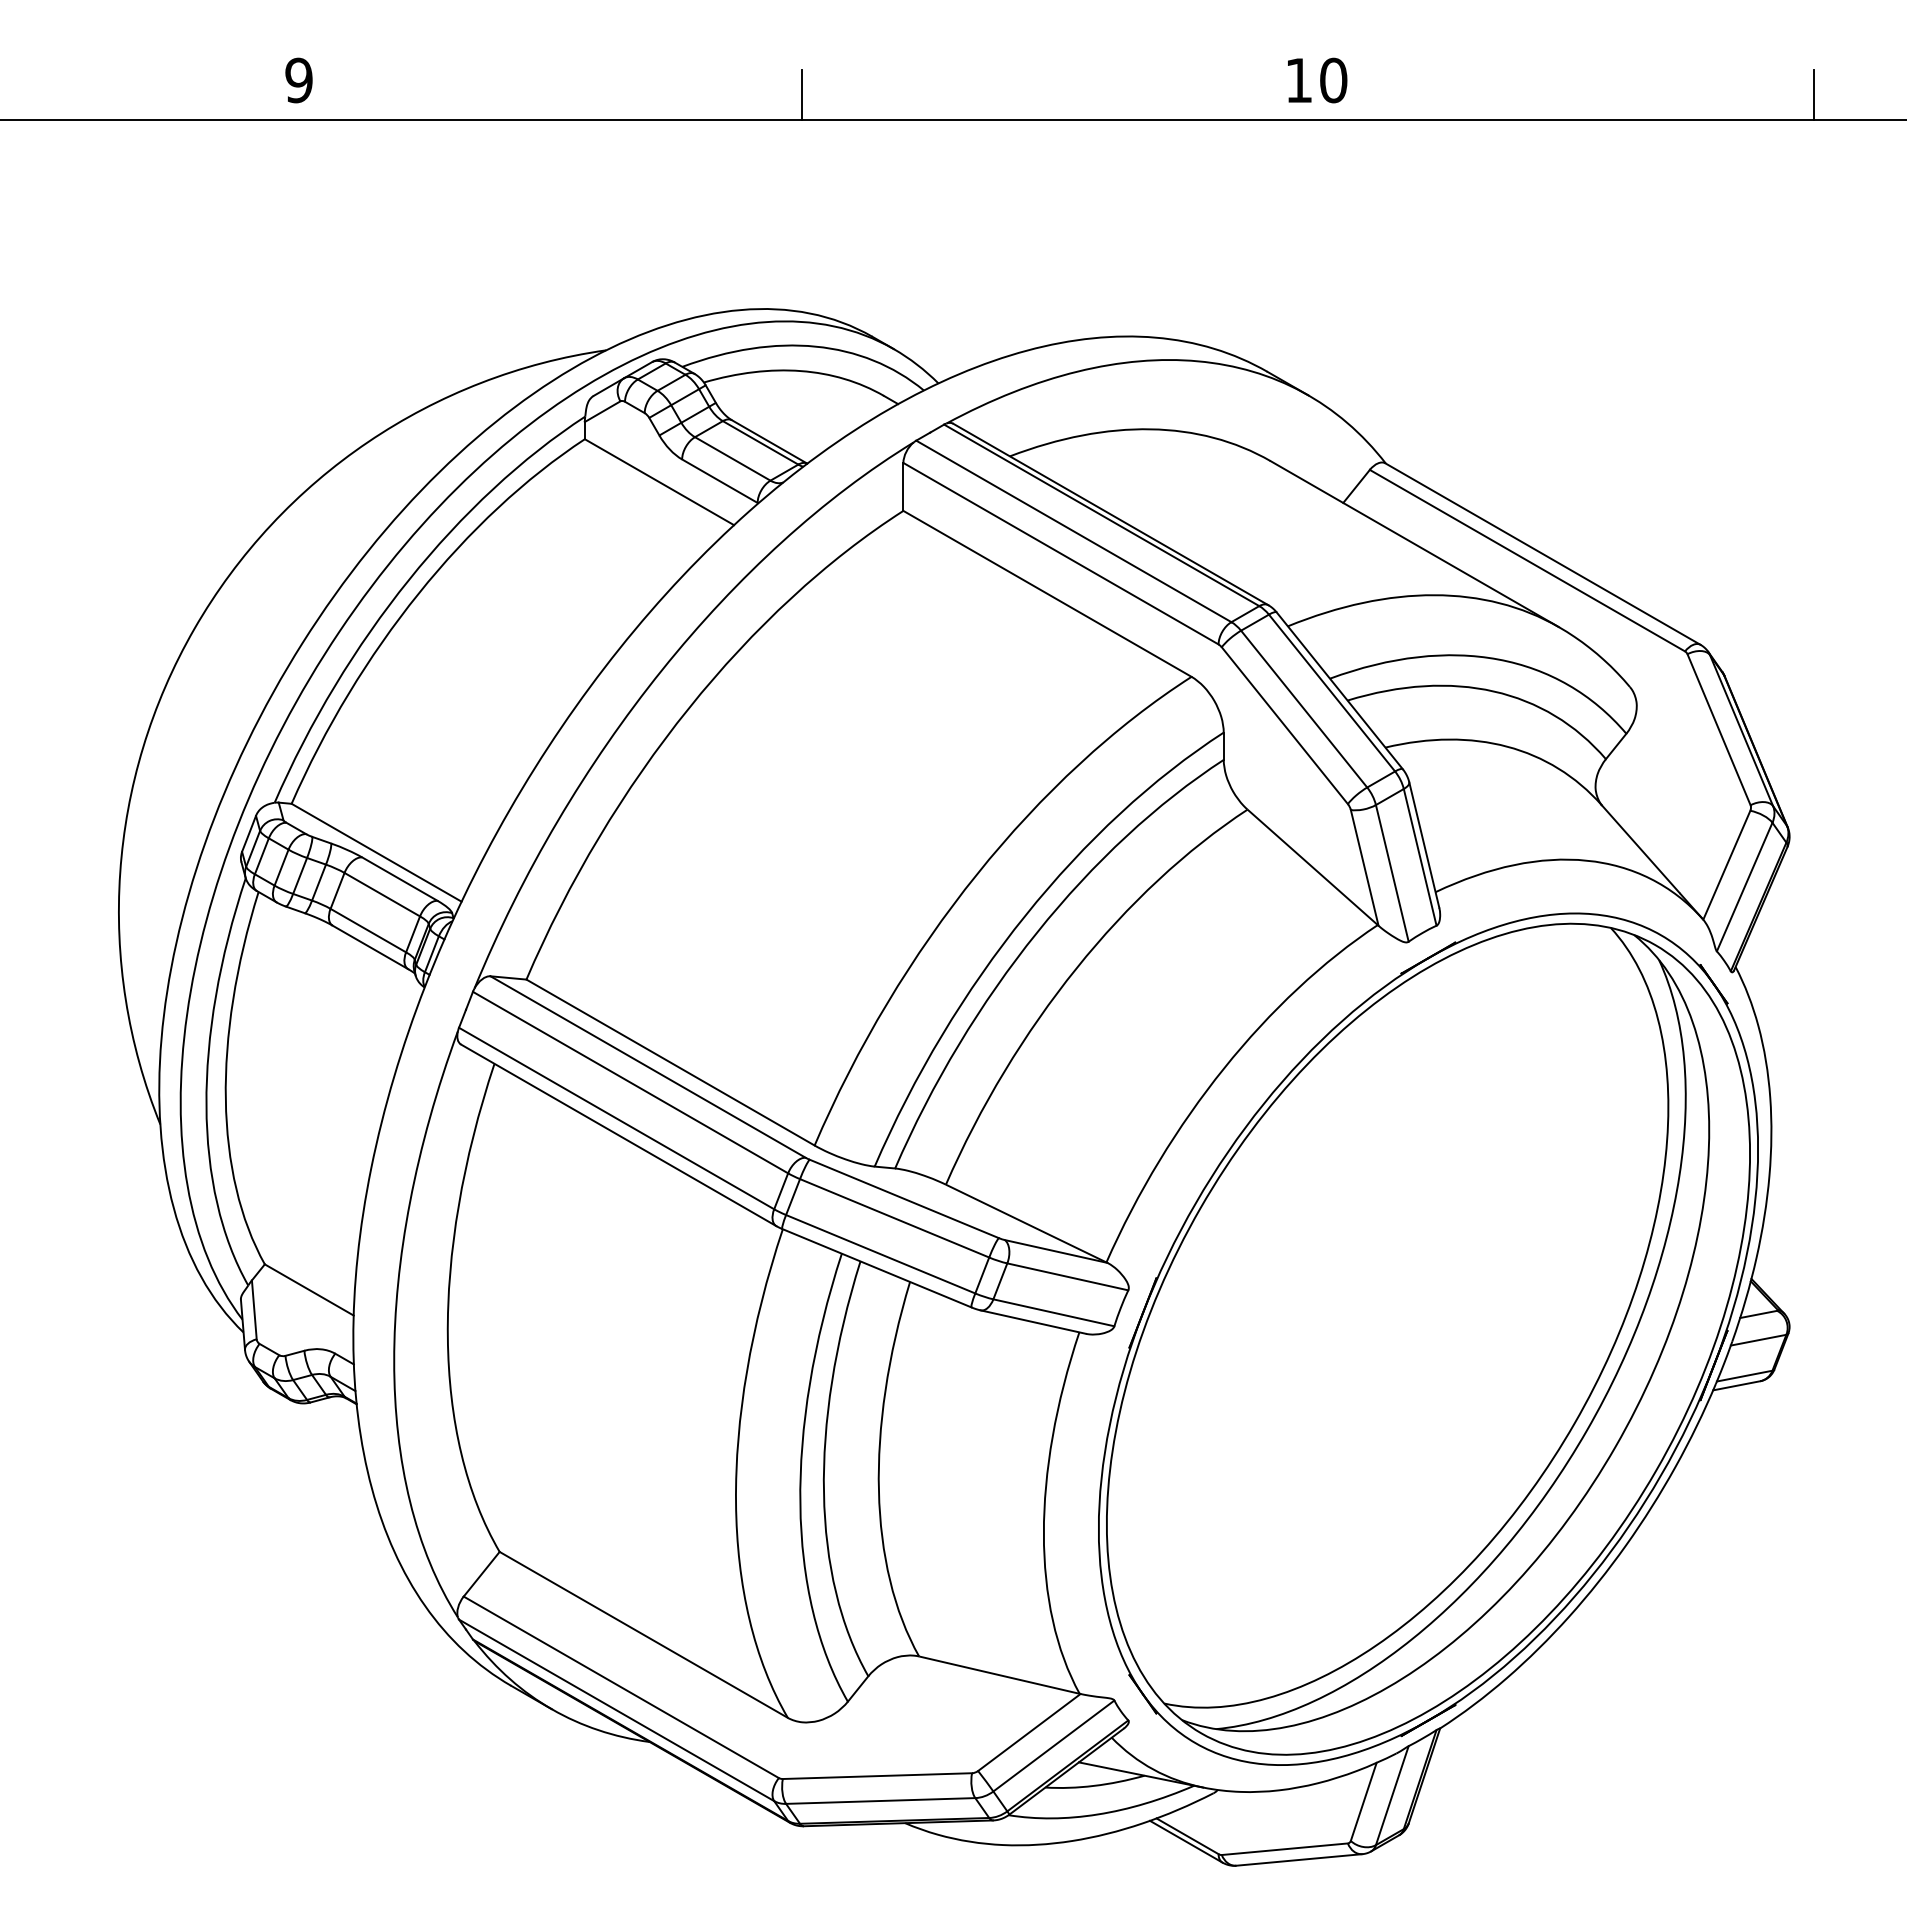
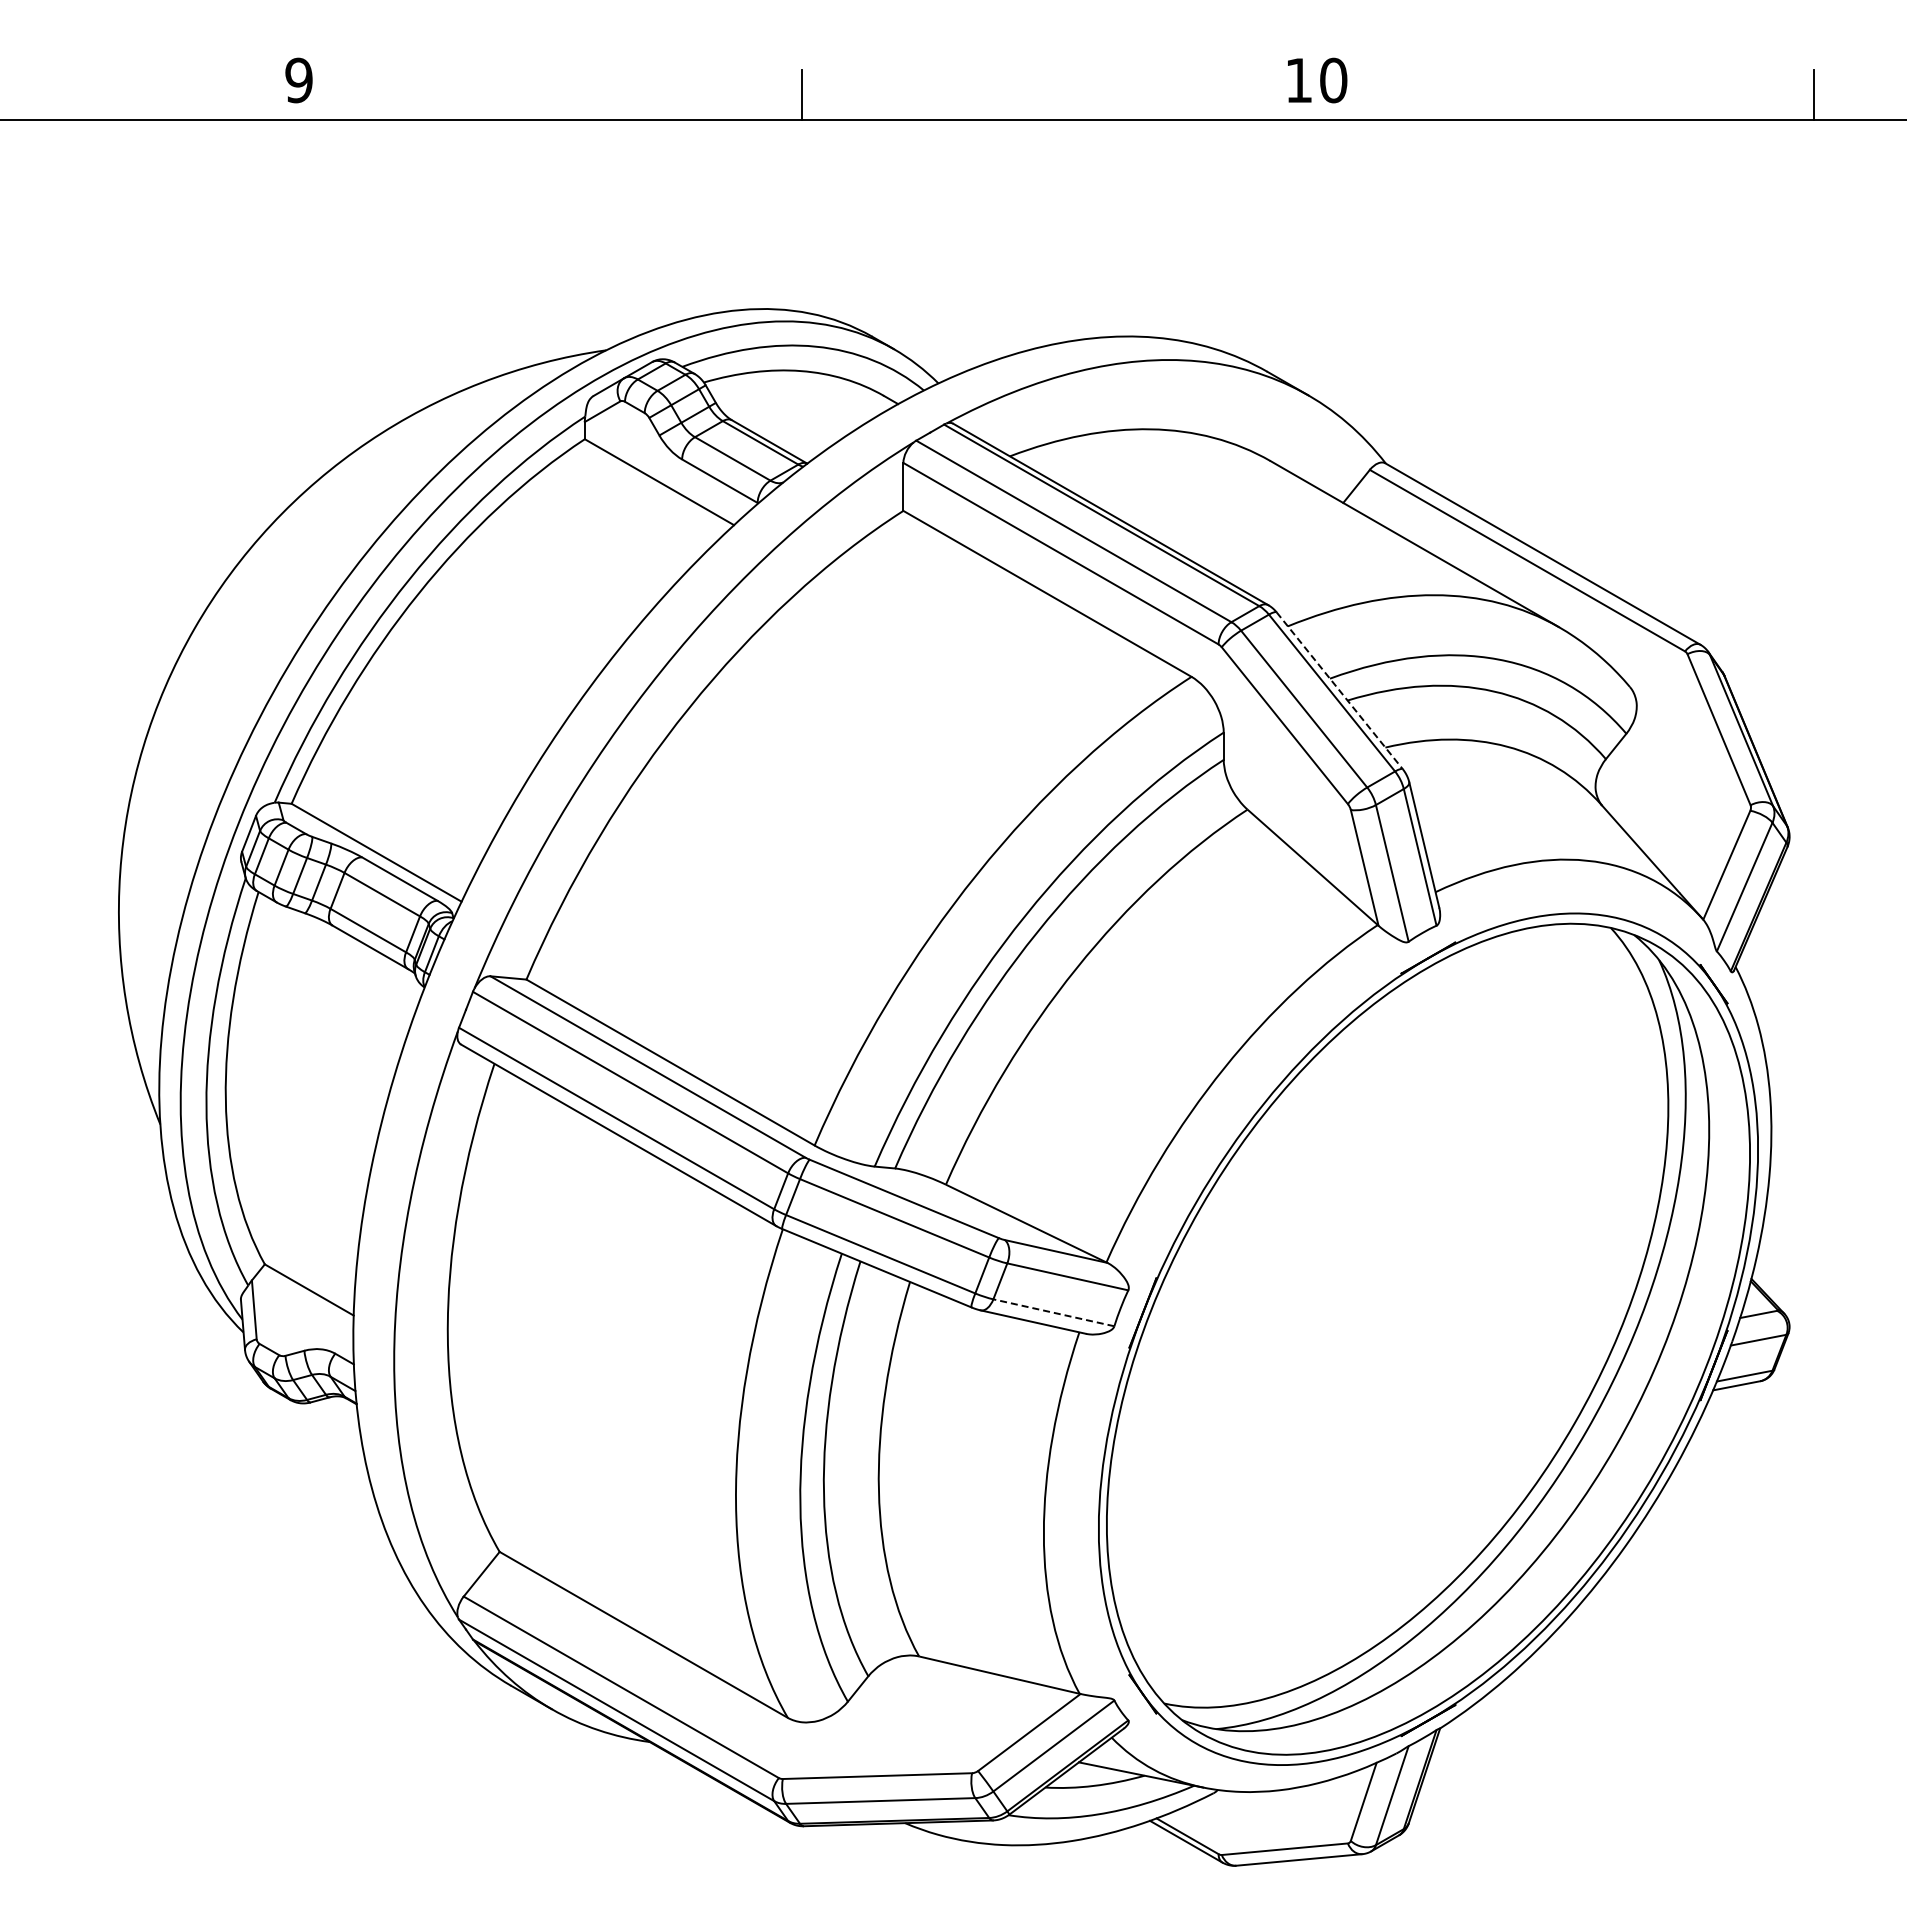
line at (1339, 690): solid -> dashed
line at (1053, 1312): solid -> dashed
